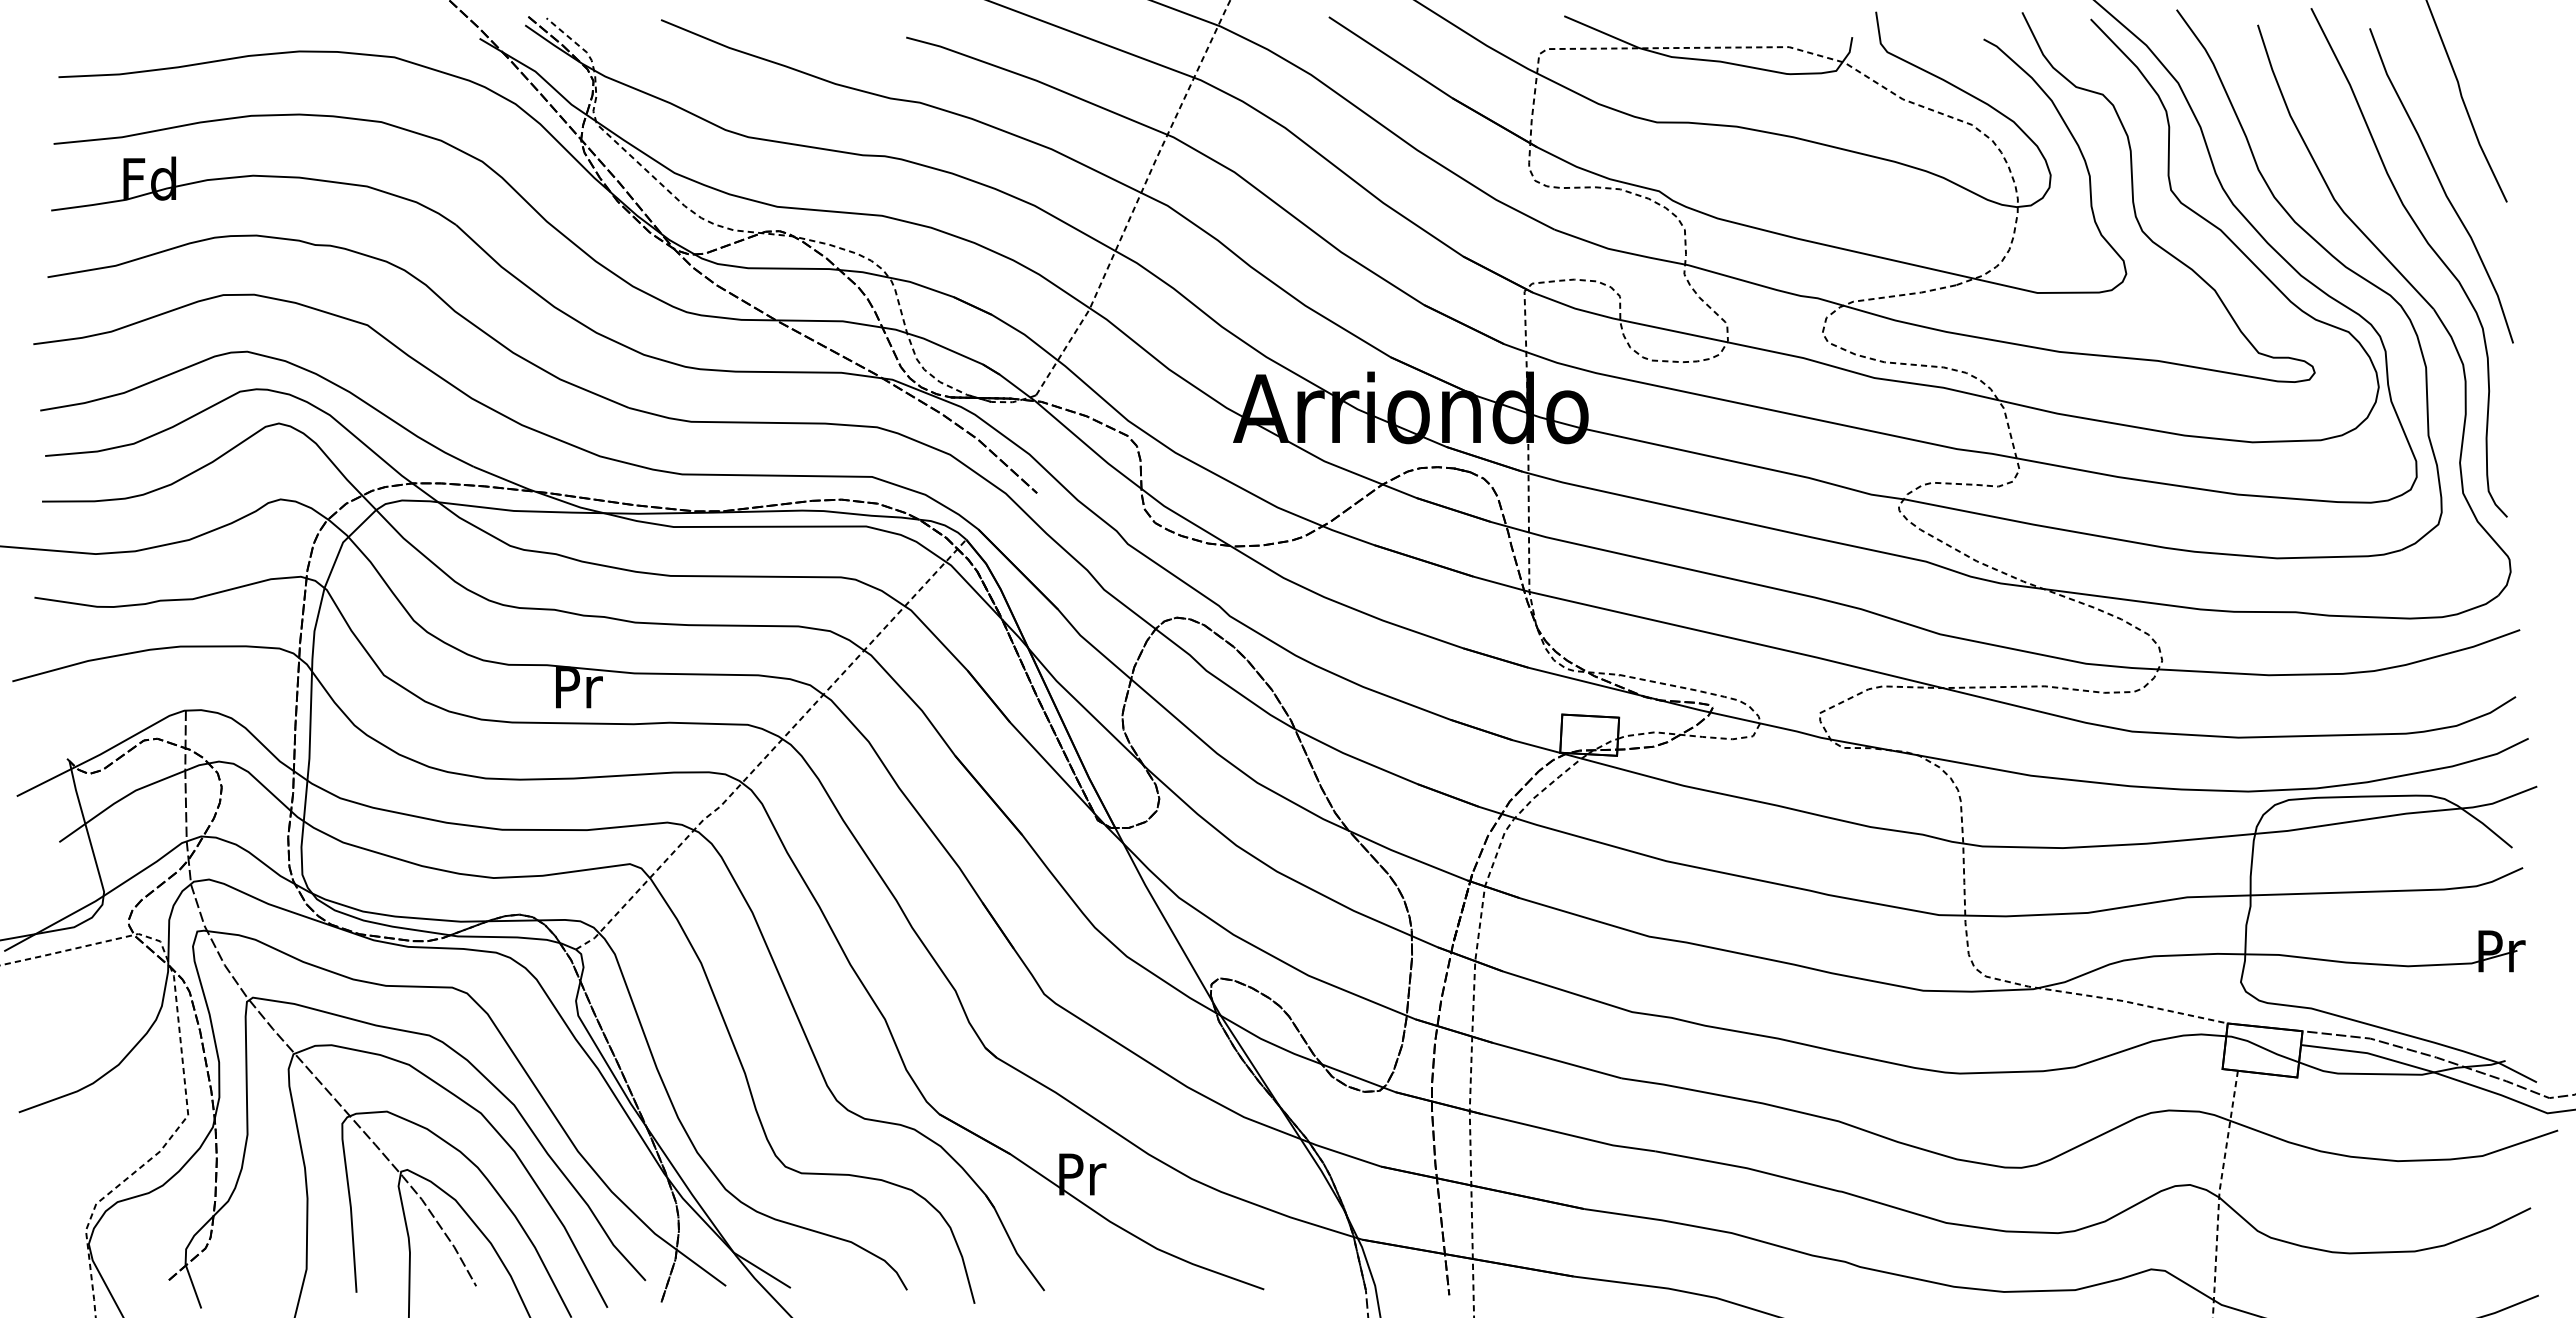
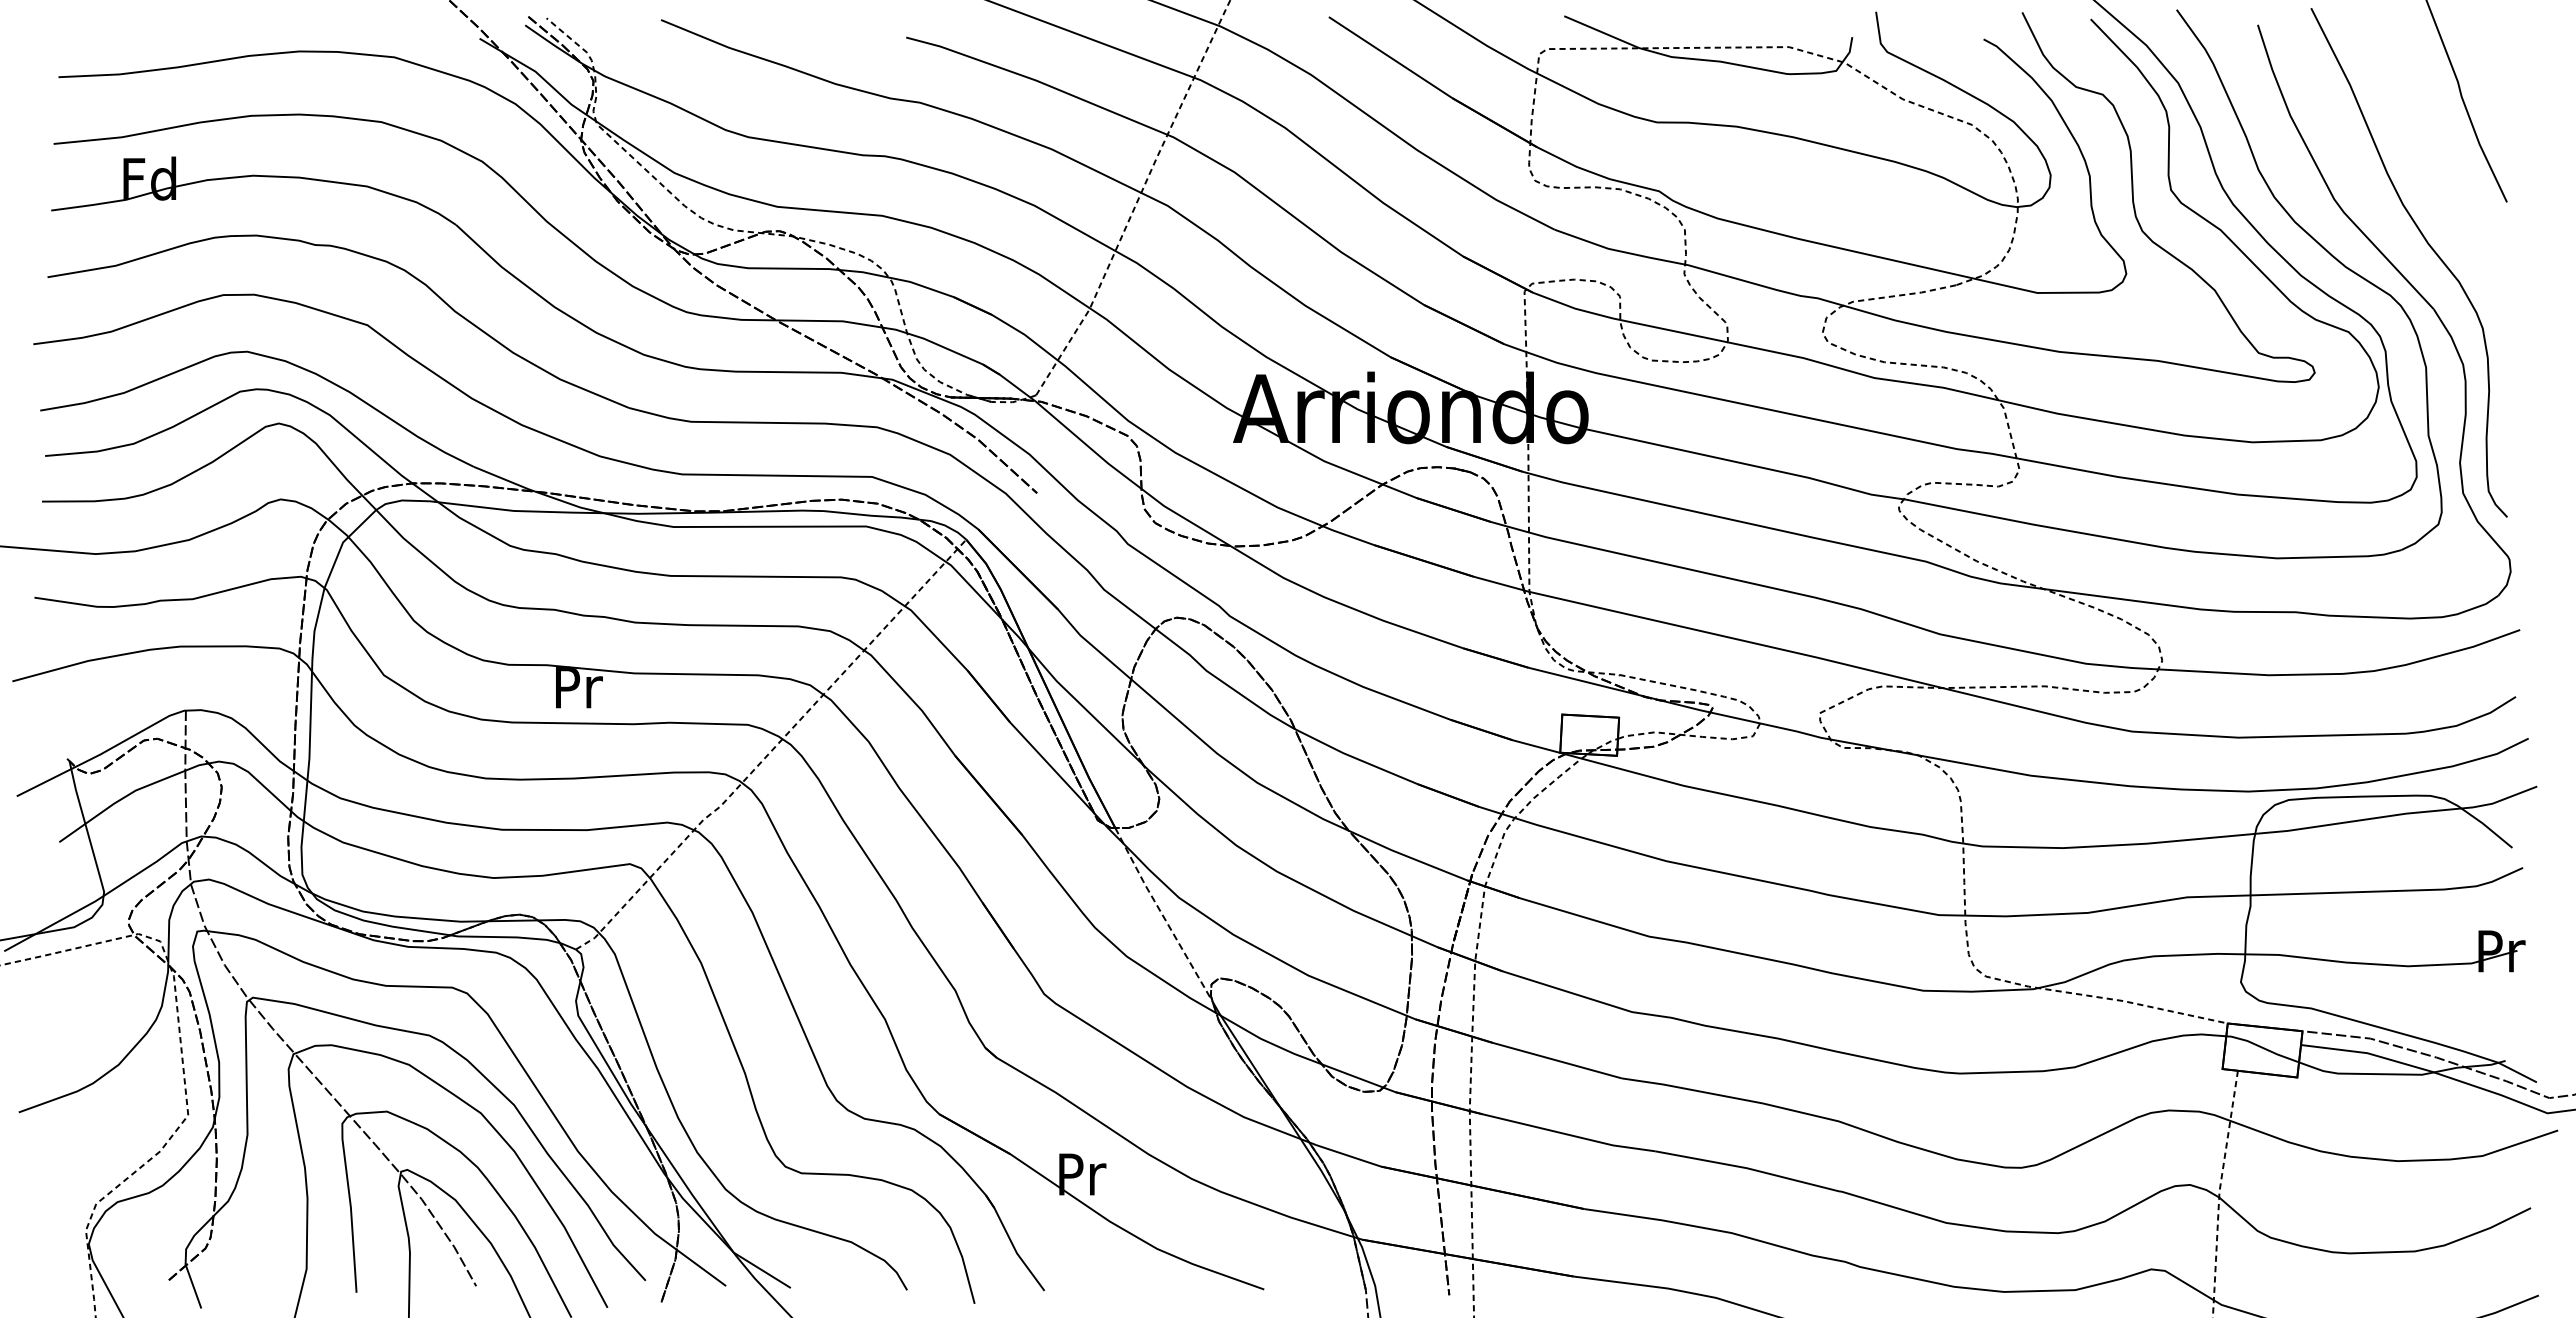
curve at (2441, 185): present -> none
line at (1162, 915): solid -> dashed
